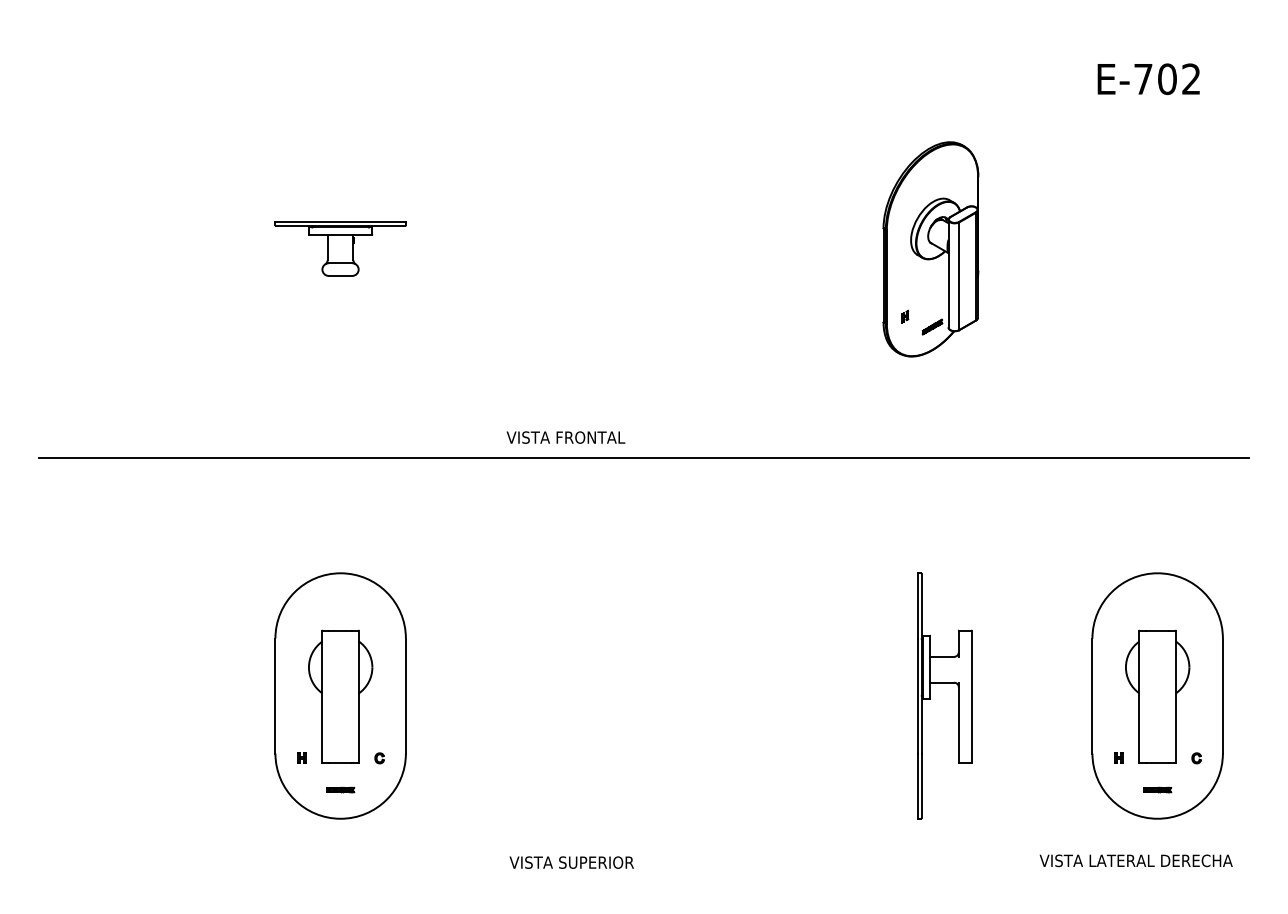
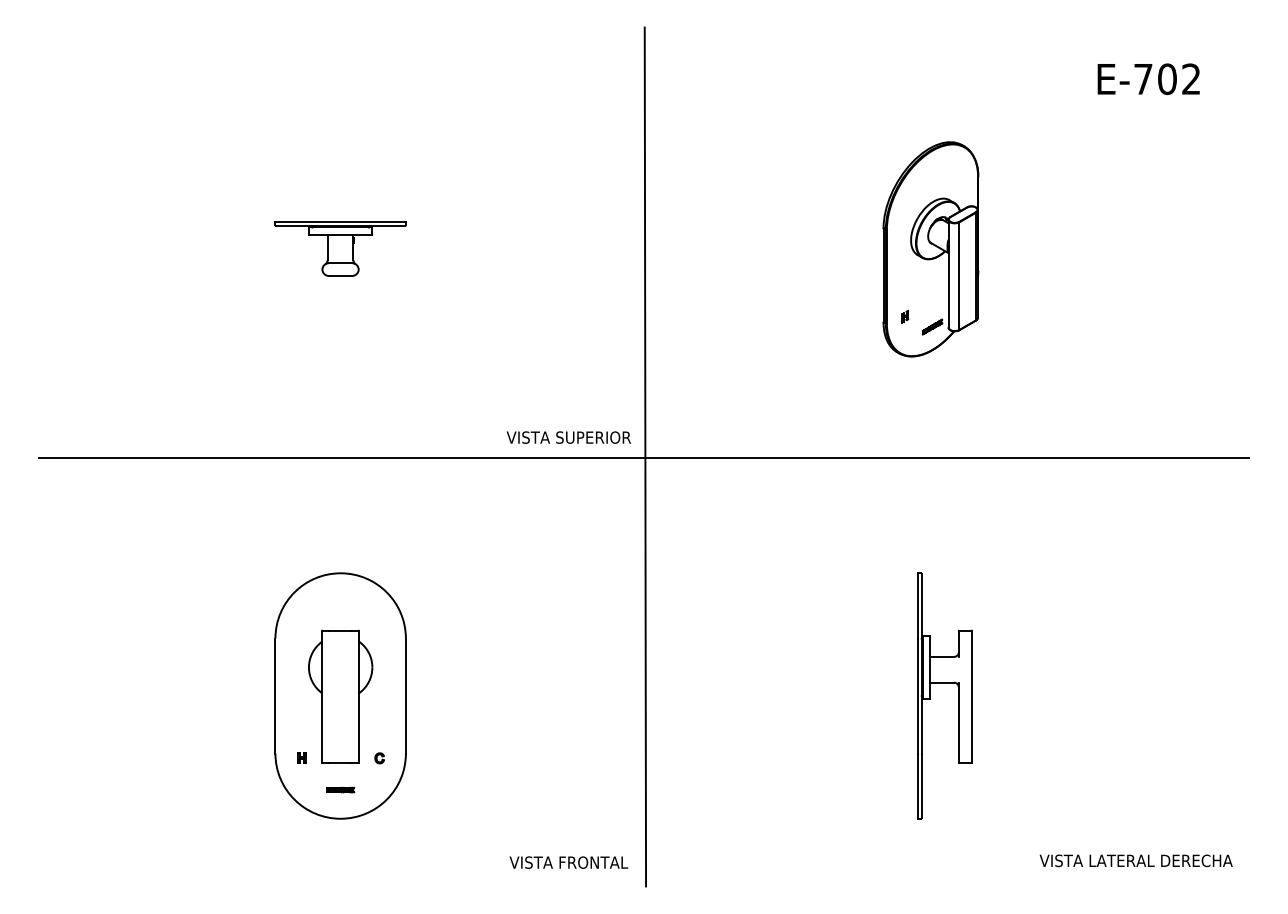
text at (593, 437): VISTA FRONTAL -> VISTA SUPERIOR
line at (645, 456): none -> present
part at (1157, 695): present -> none
text at (596, 862): VISTA SUPERIOR -> VISTA FRONTAL
